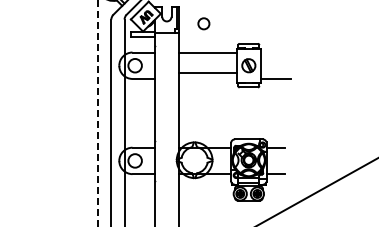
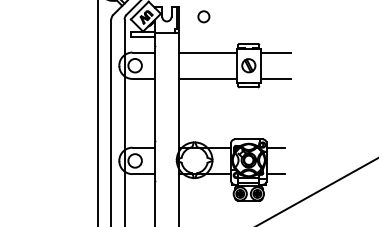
circle at (203, 23) position: (203, 23) -> (203, 16)
line at (275, 52): none -> present
line at (207, 72) position: (207, 72) -> (207, 78)
line at (98, 113): dashed -> solid
